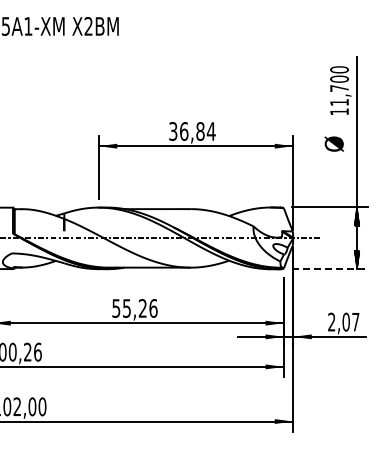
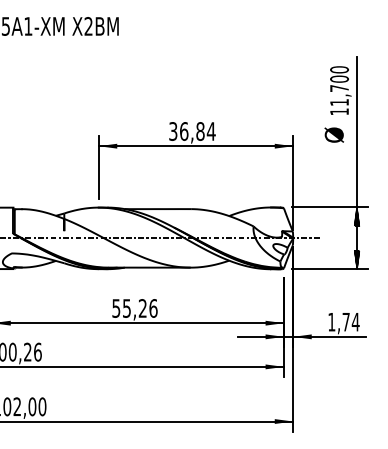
text at (333, 143) position: (333, 143) -> (333, 134)
line at (330, 269): dashed -> solid
text at (343, 321): 2,07 -> 1,74
